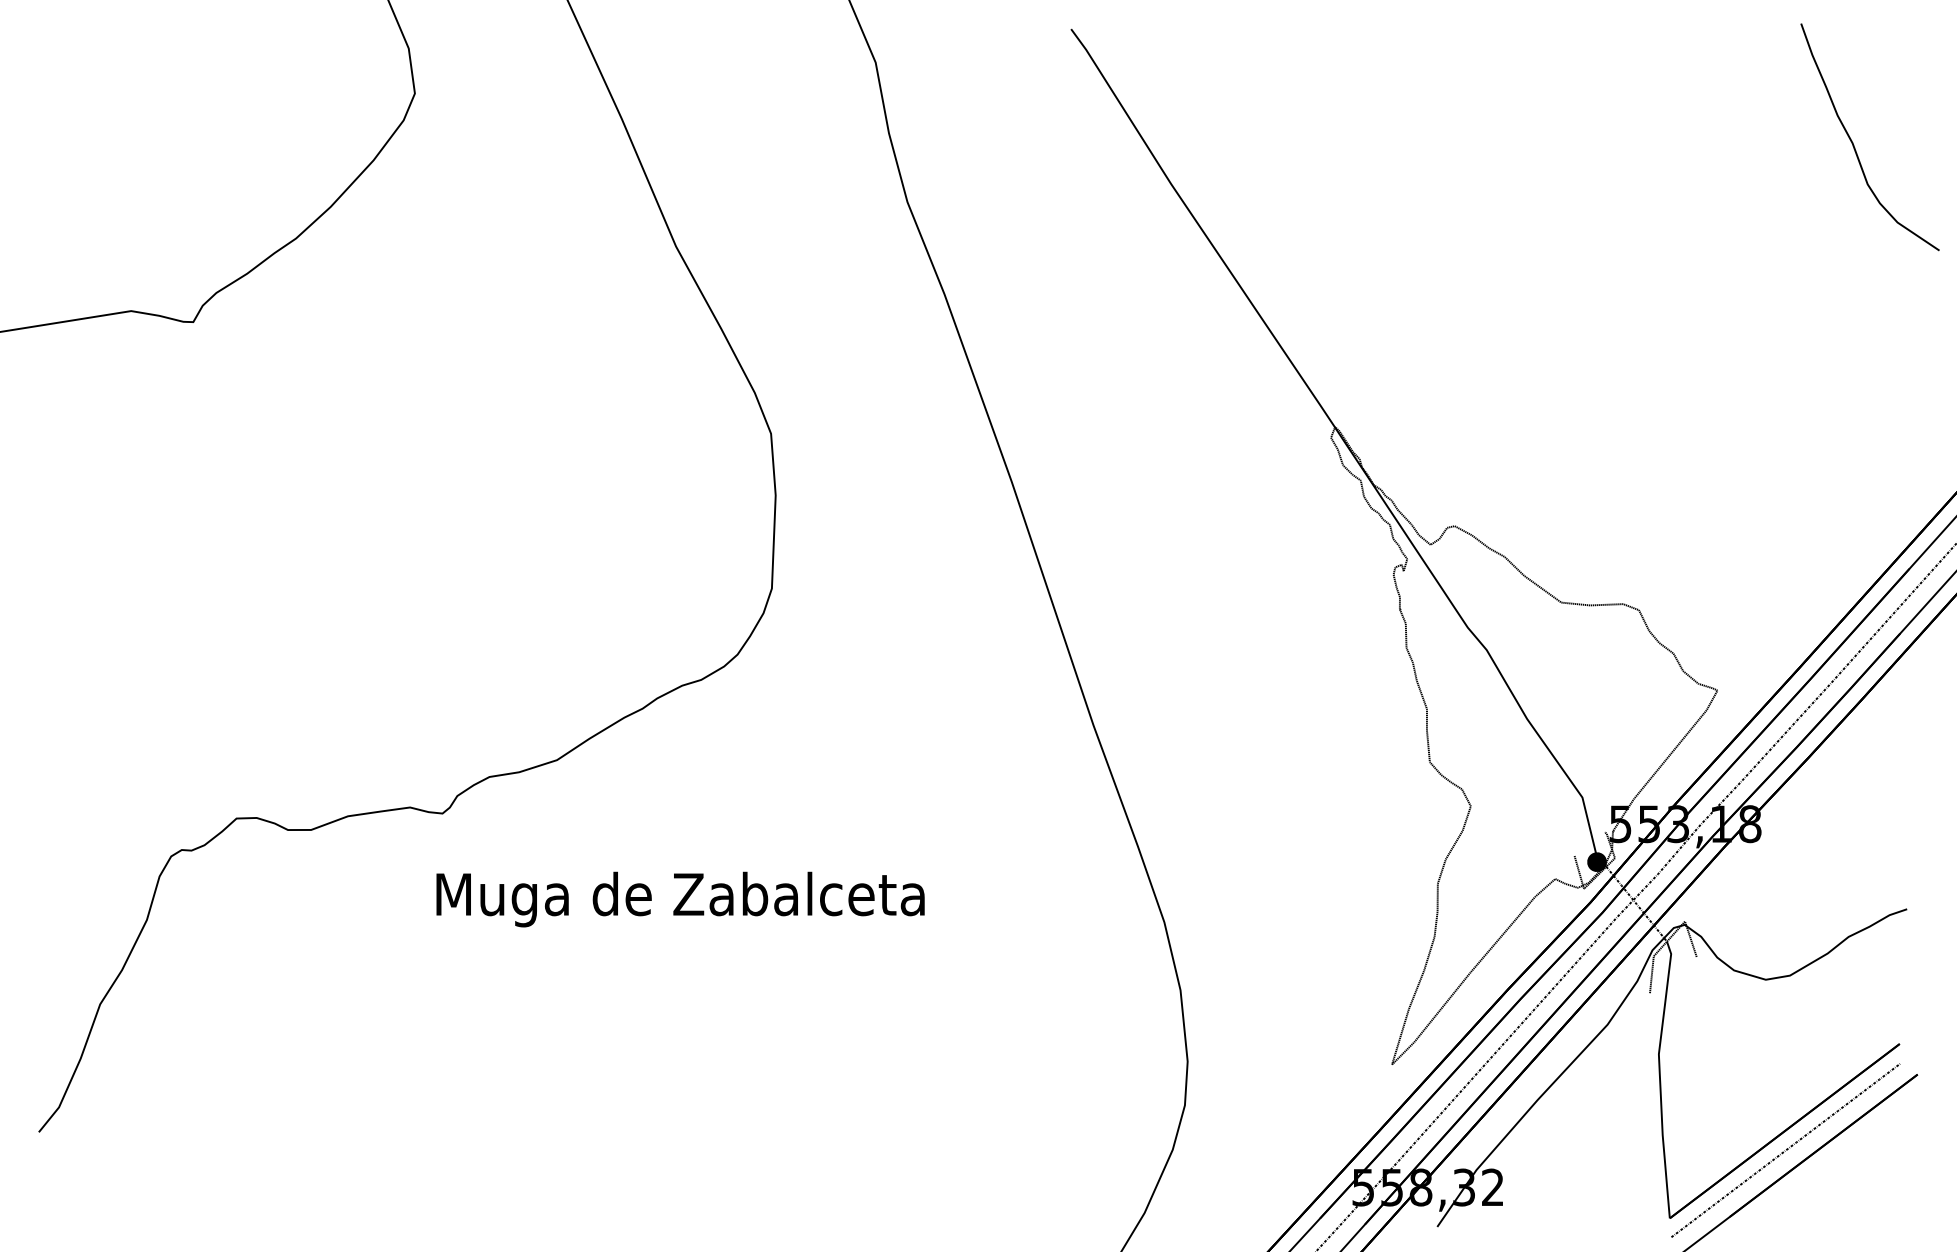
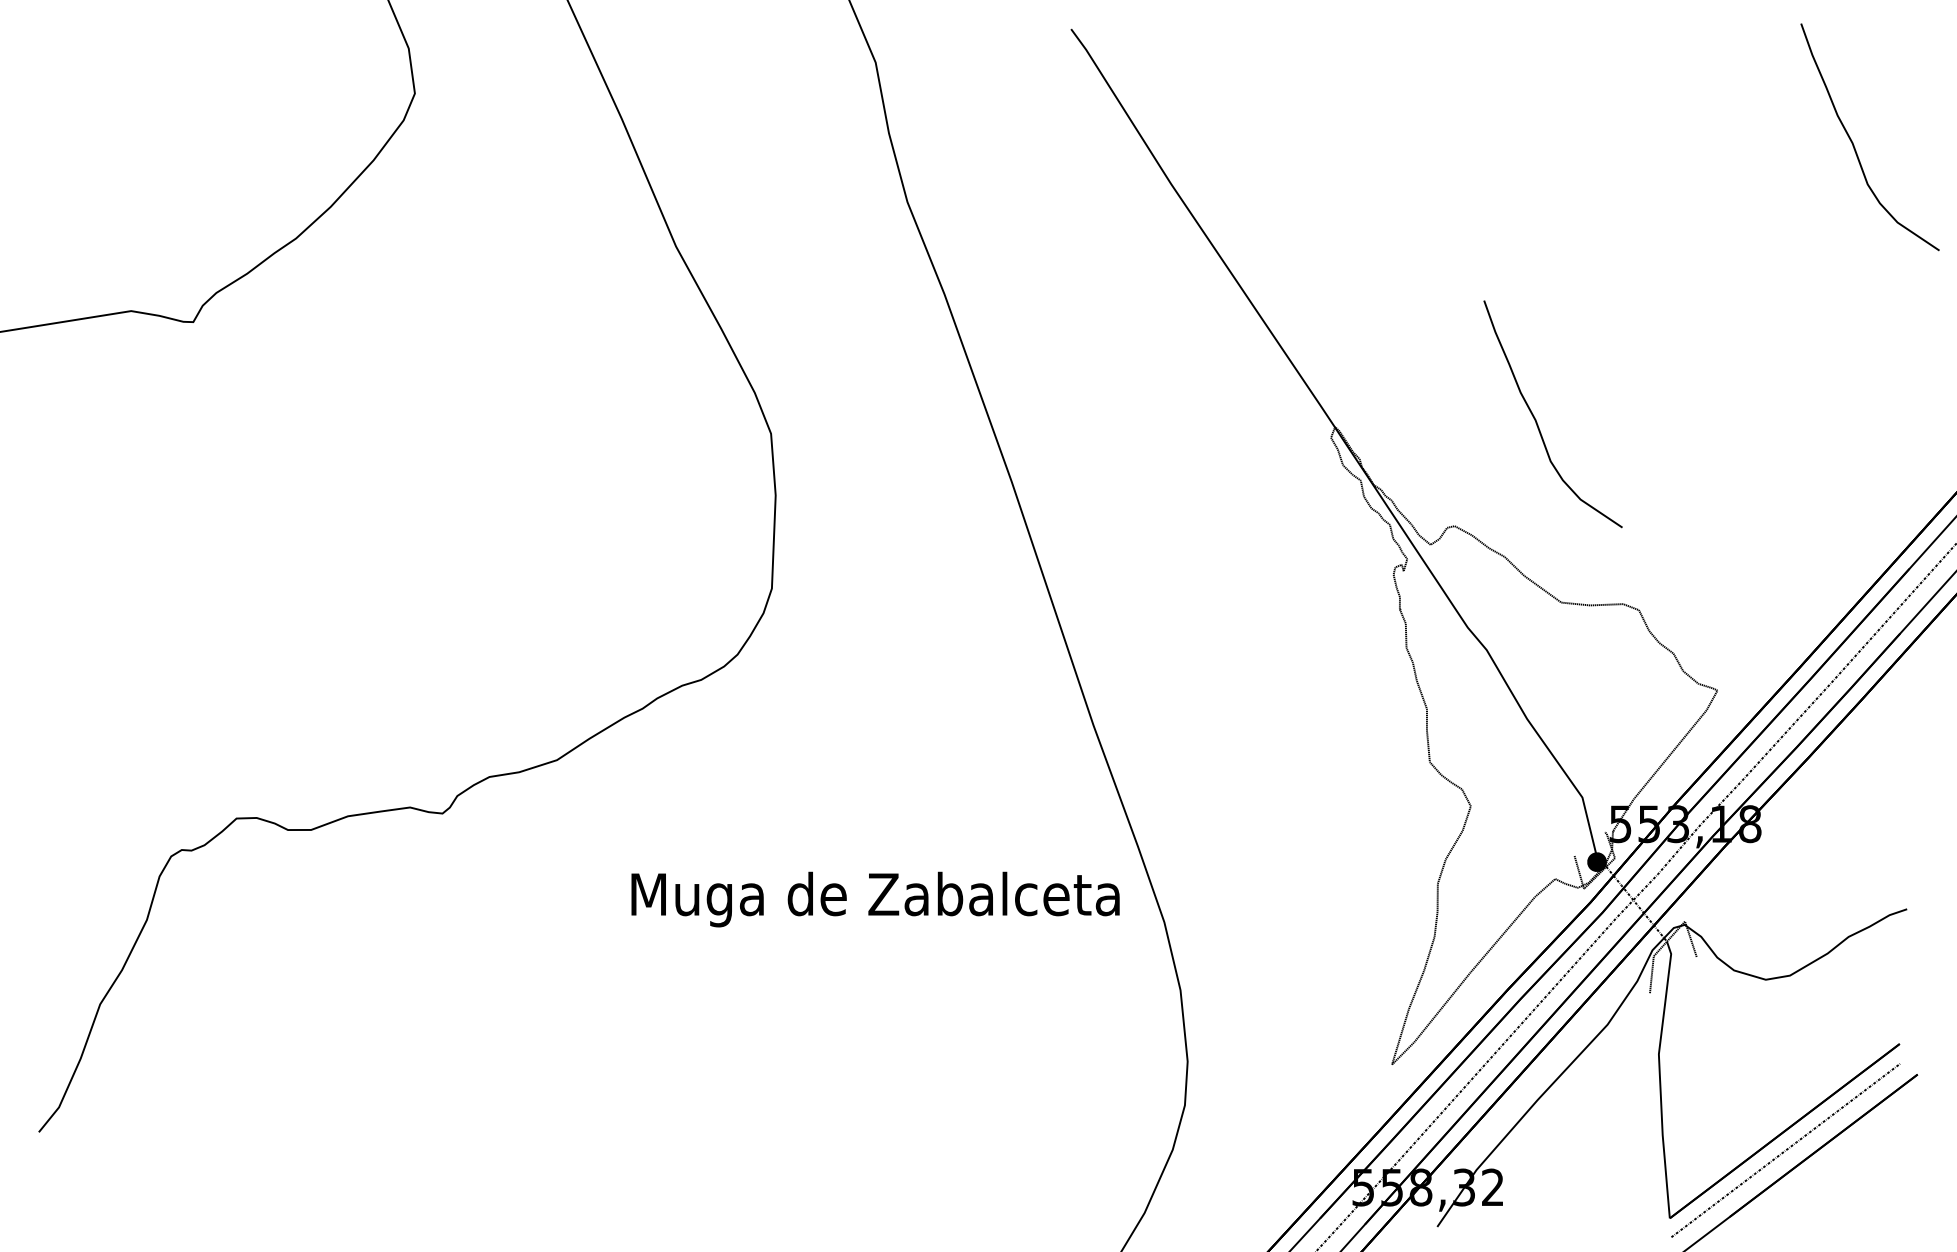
curve at (1536, 419): none -> present
text at (680, 899) position: (680, 899) -> (875, 899)
